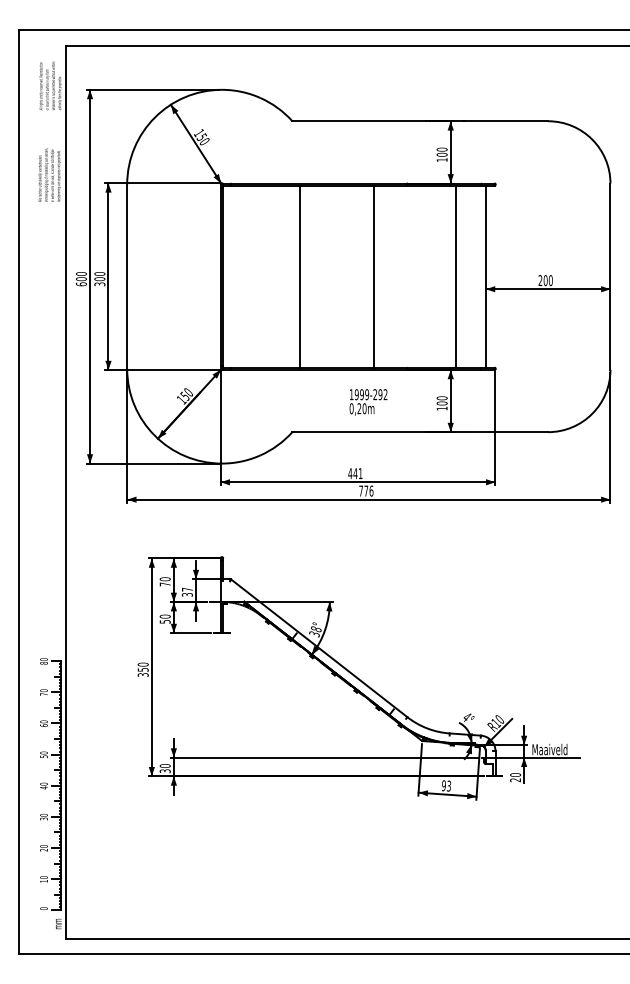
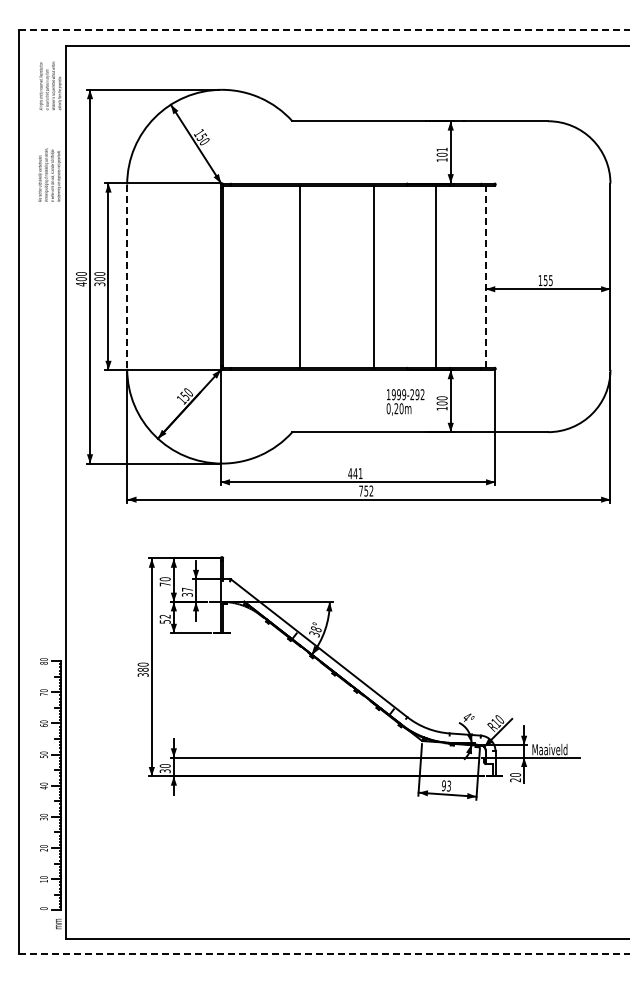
line at (324, 29): solid -> dashed
text at (441, 149): 100 -> 101
line at (455, 276) position: (455, 276) -> (435, 276)
line at (486, 276): solid -> dashed
line at (127, 277): solid -> dashed
text at (545, 280): 200 -> 155
text at (80, 284): 600 -> 400
text at (368, 402) position: (368, 402) -> (405, 402)
text at (368, 490): 776 -> 752
text at (164, 616): 50 -> 52
text at (142, 669): 350 -> 380
line at (324, 954): solid -> dashed
